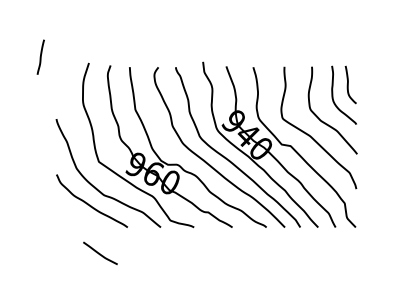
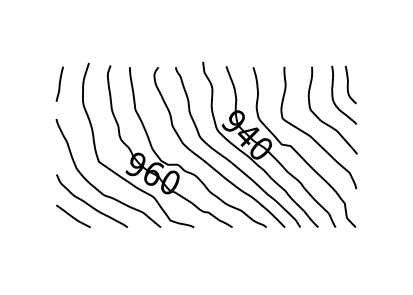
line at (40, 56) position: (40, 56) -> (59, 83)
curve at (99, 252) position: (99, 252) -> (72, 215)
